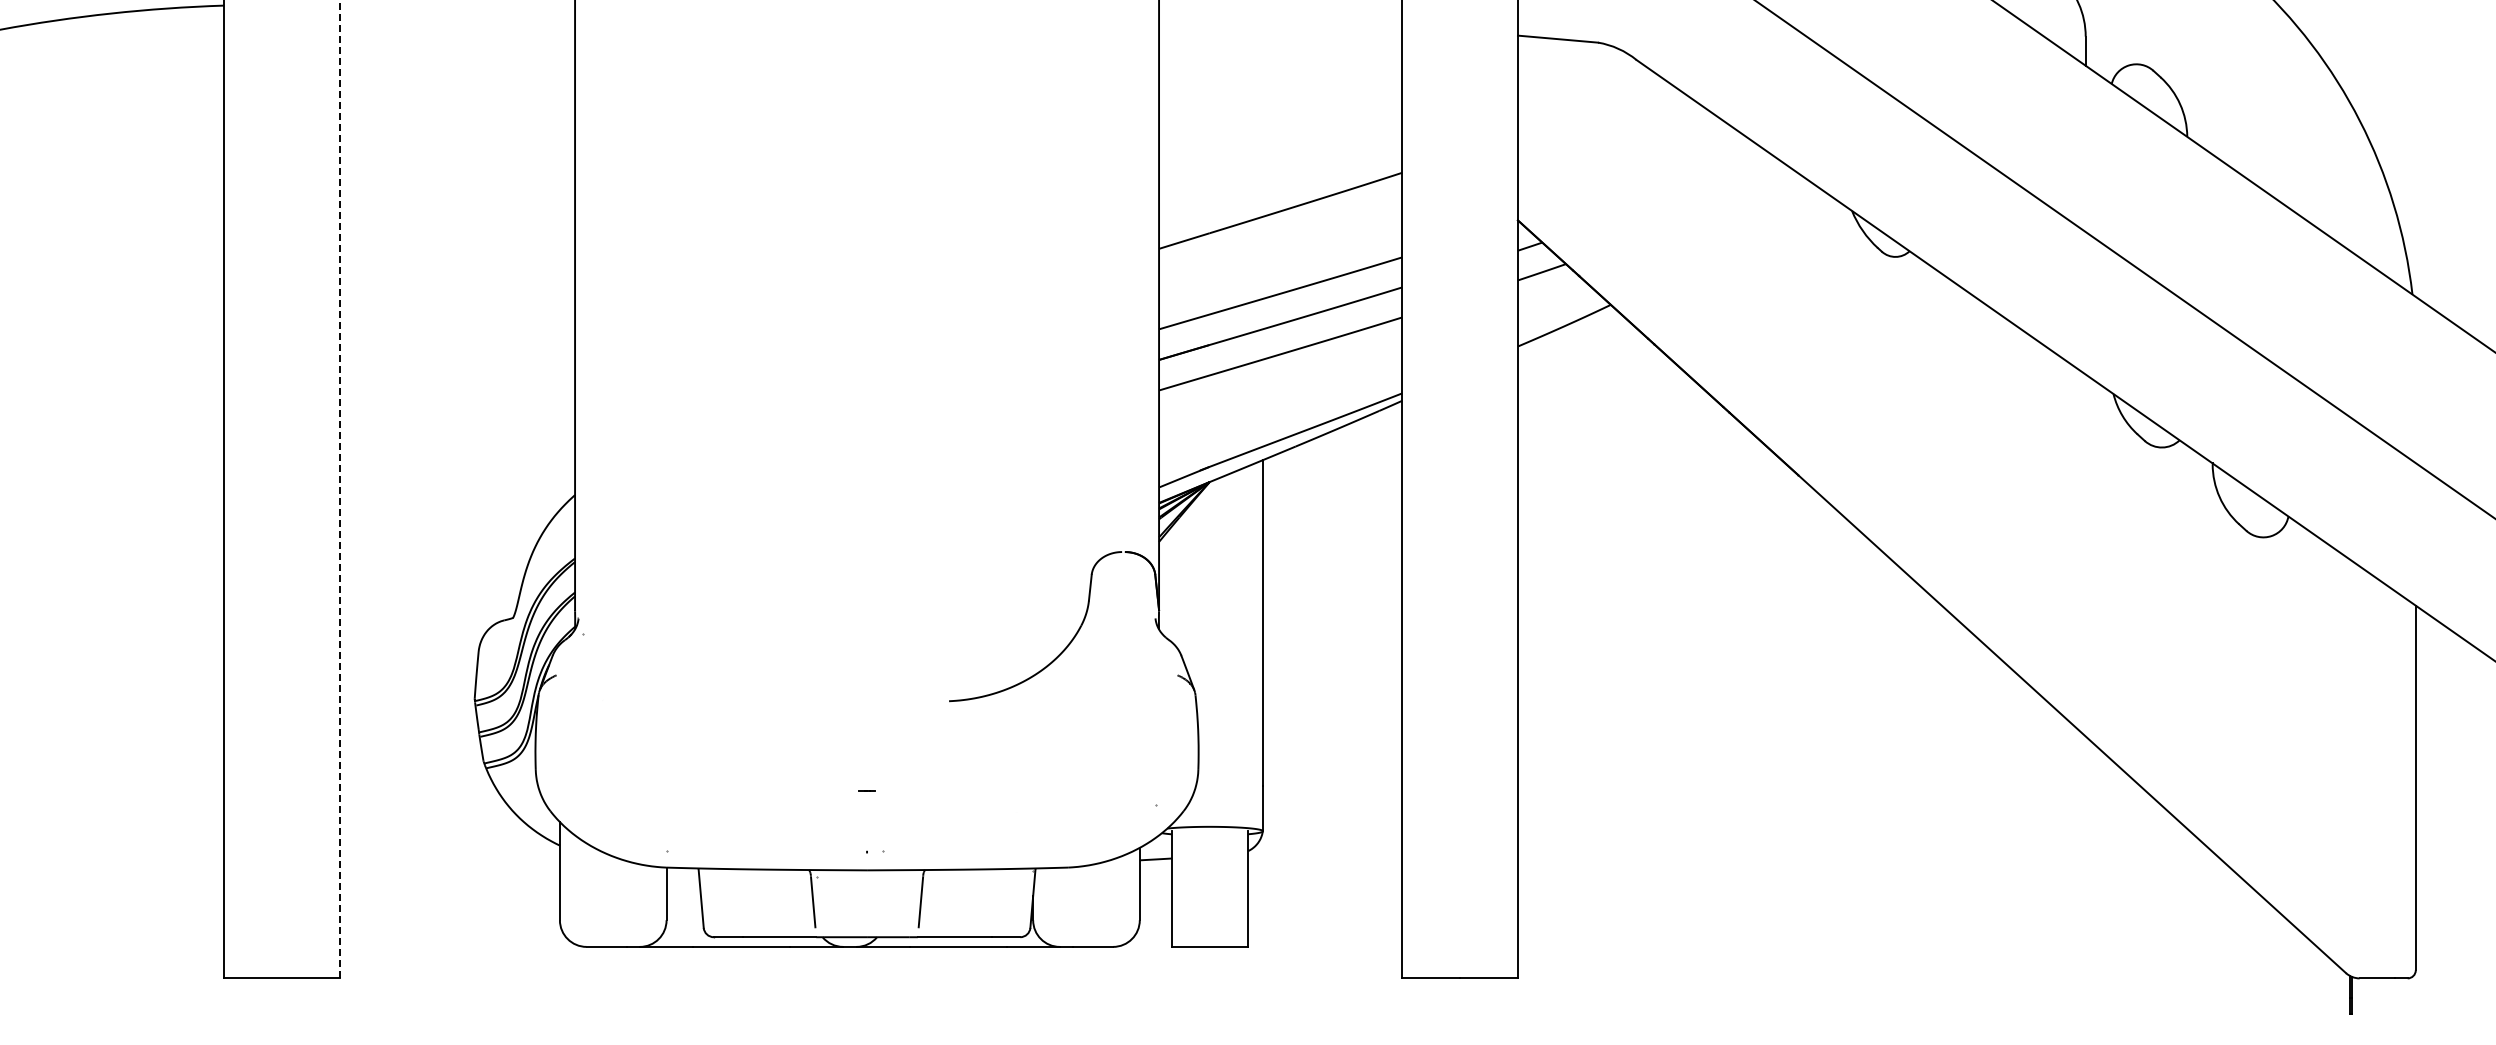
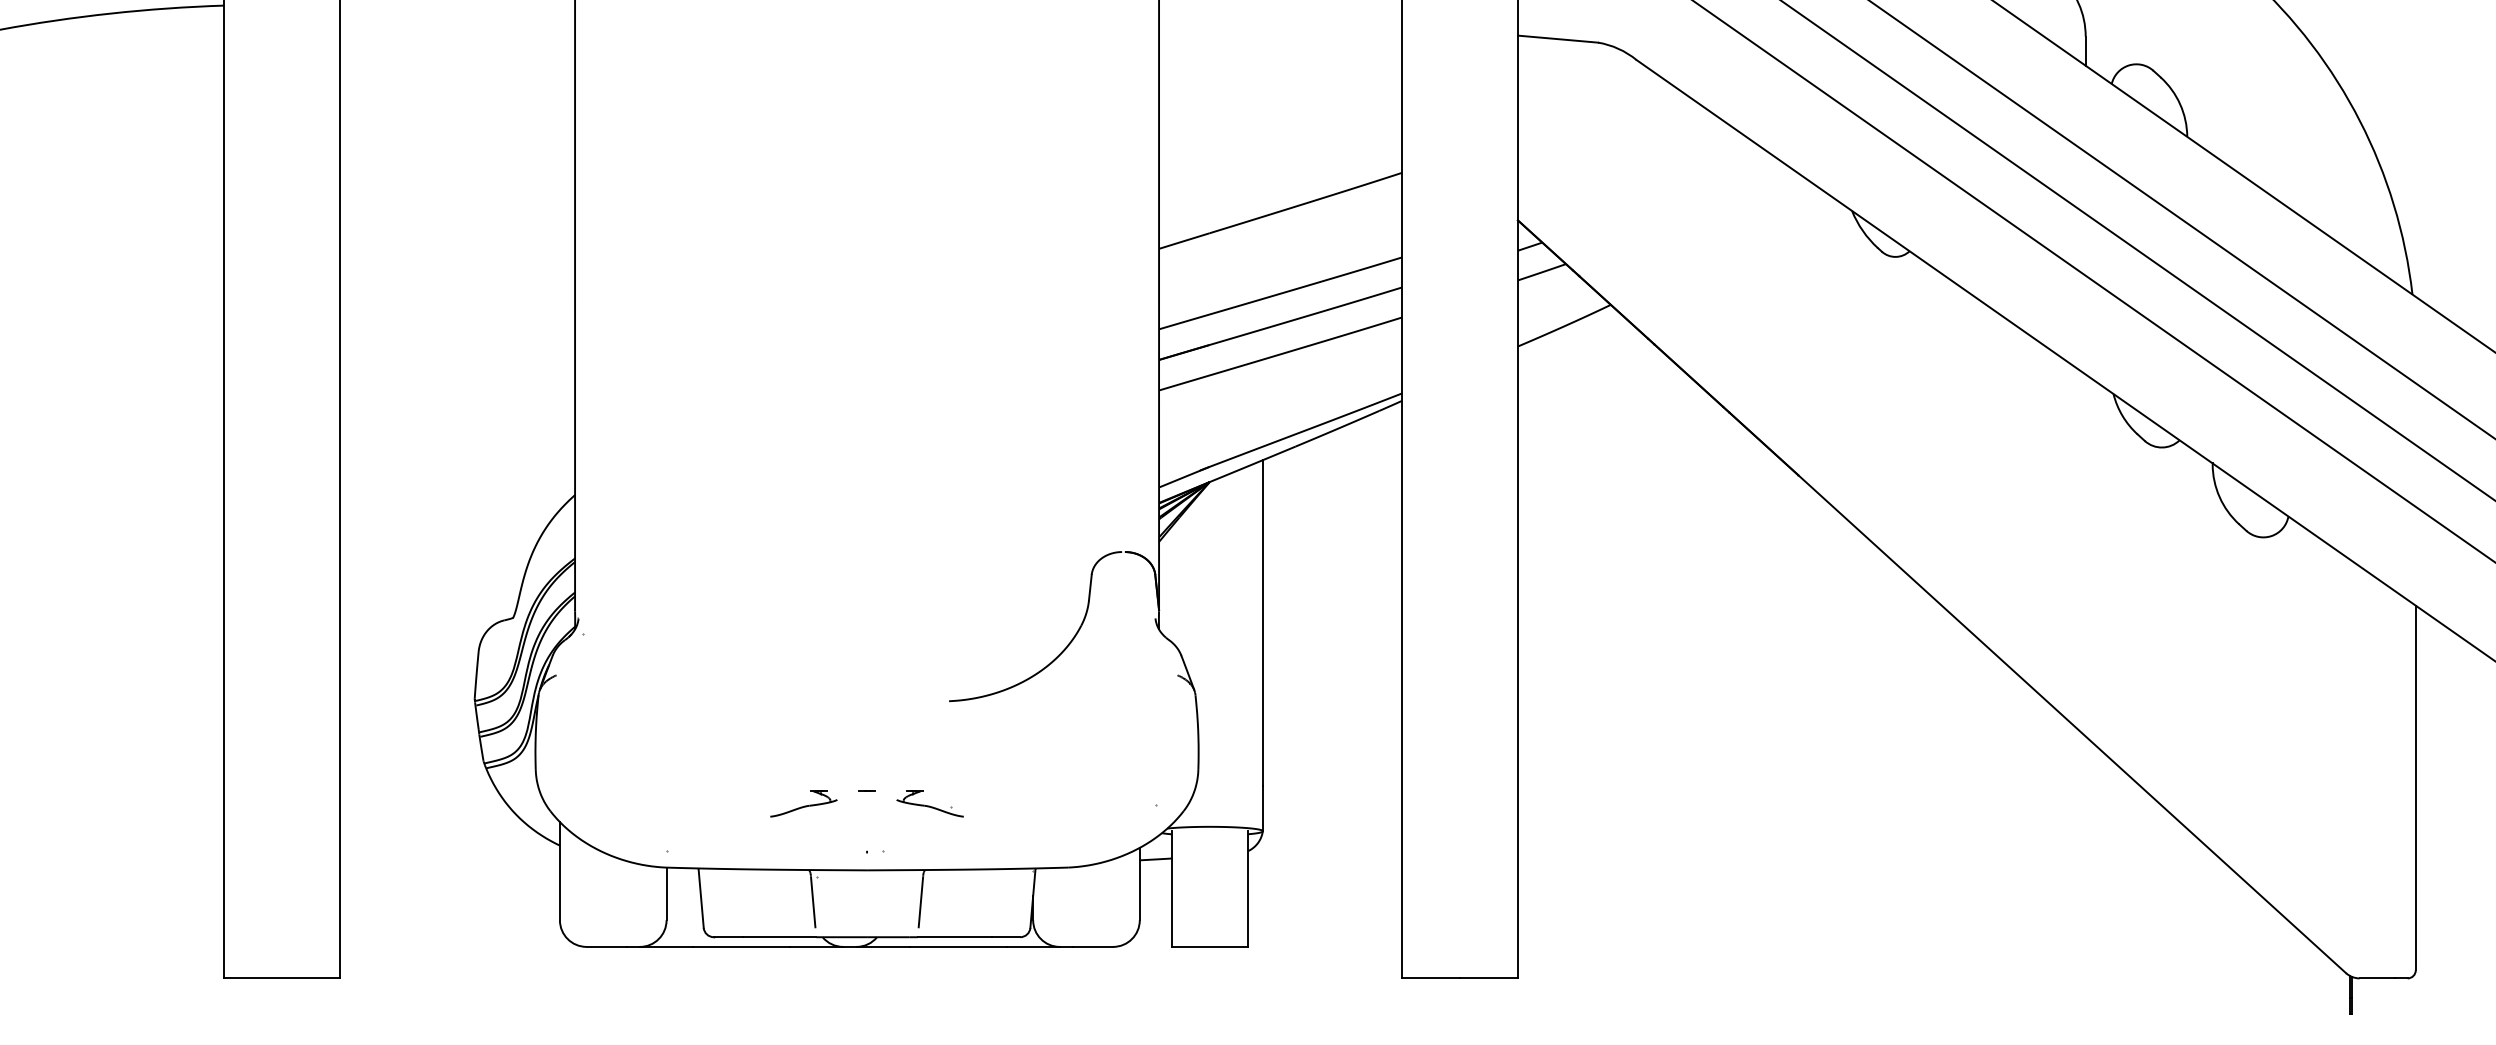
line at (2181, 219): none -> present
line at (2137, 250): none -> present
line at (2124, 259) position: (2124, 259) -> (2093, 281)
line at (339, 489): dashed -> solid
part at (803, 803): none -> present
part at (929, 803): none -> present
